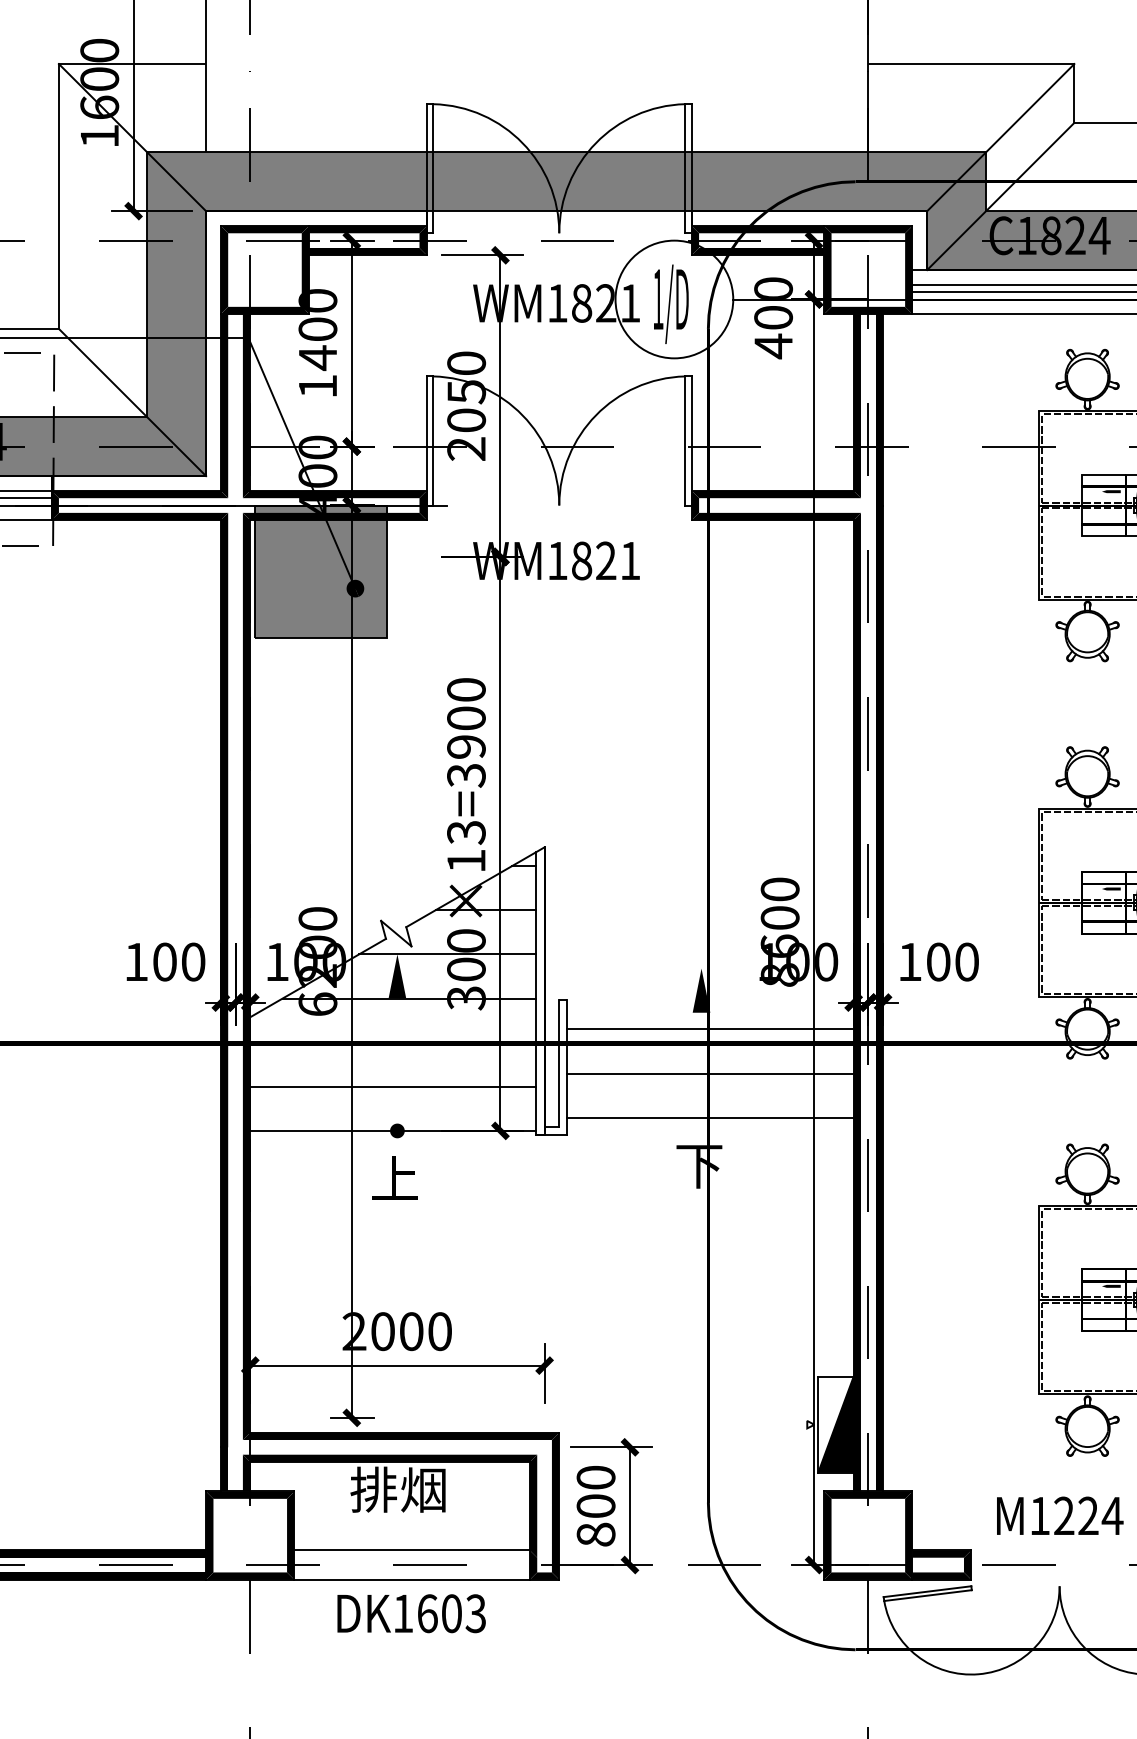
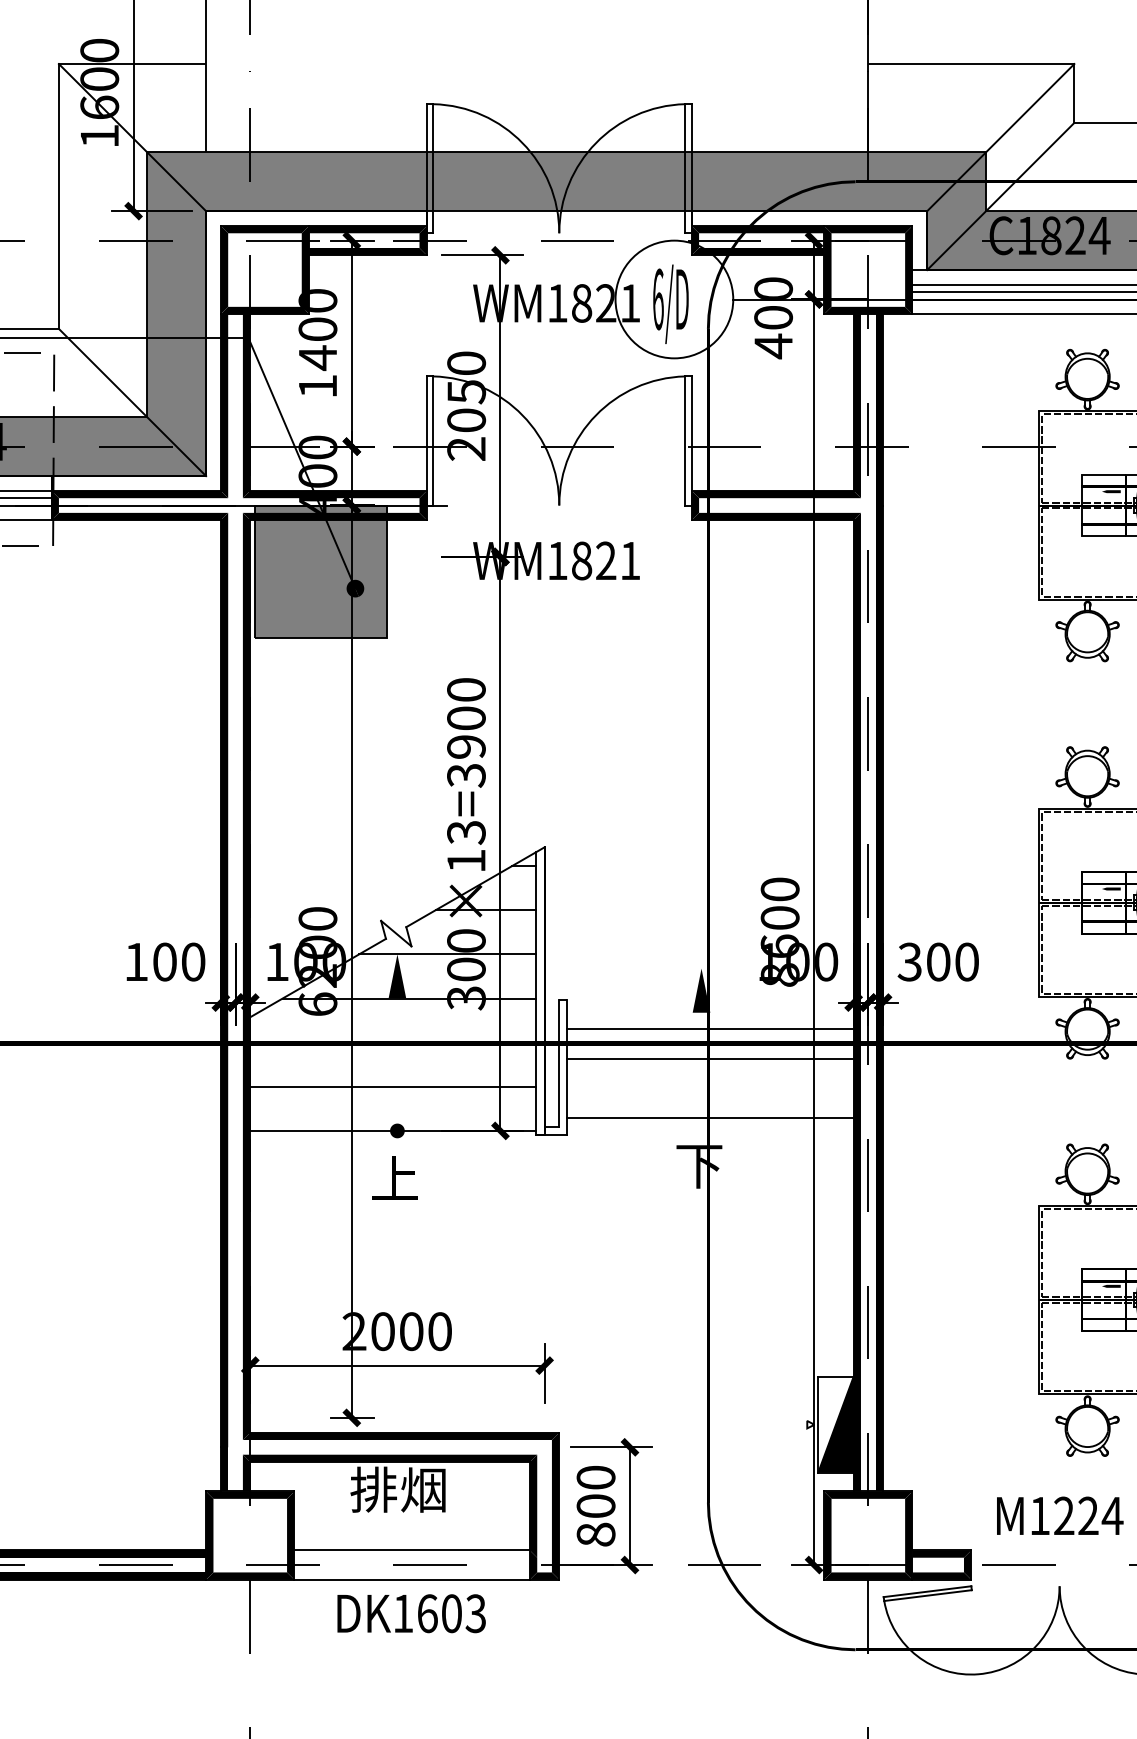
text at (658, 299): 1/D -> 6/D
text at (909, 961): 100 -> 300
line at (709, 1073) position: (709, 1073) -> (709, 1058)
